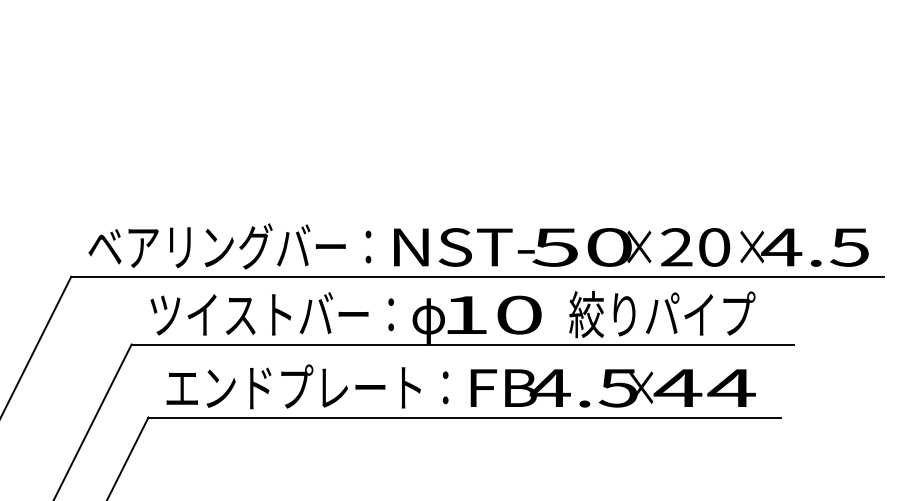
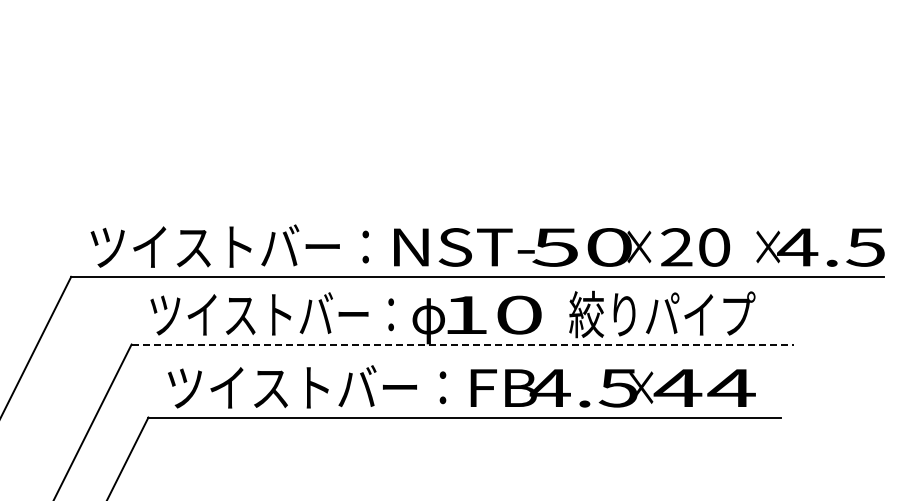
text at (229, 246): ベアリングバー： -> ツイストバー：
text at (804, 247) position: (804, 247) -> (820, 247)
line at (463, 344): solid -> dashed
text at (307, 386): エンドプレート： -> ツイストバー：
